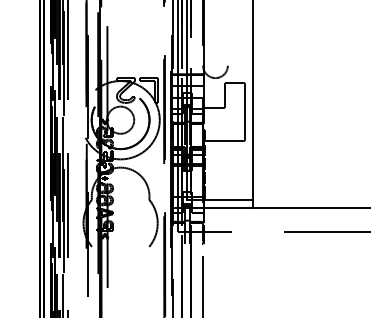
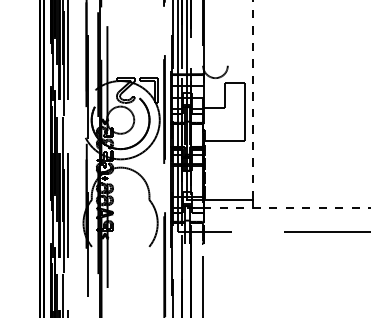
line at (252, 99): solid -> dashed
line at (274, 207): solid -> dashed
